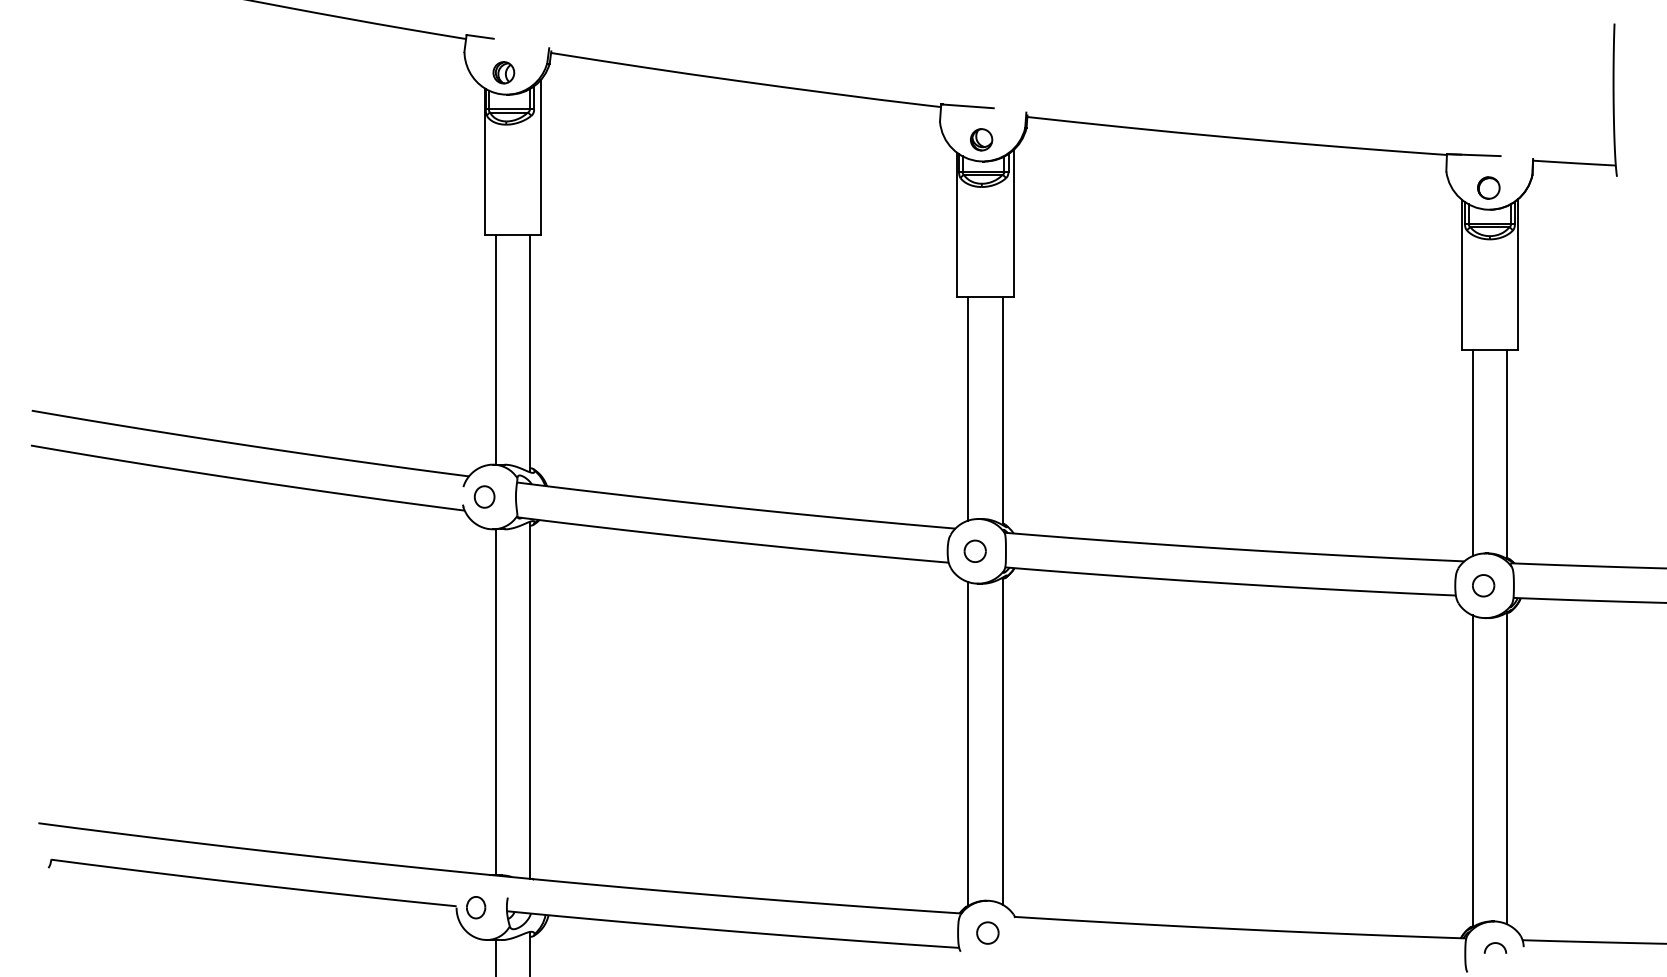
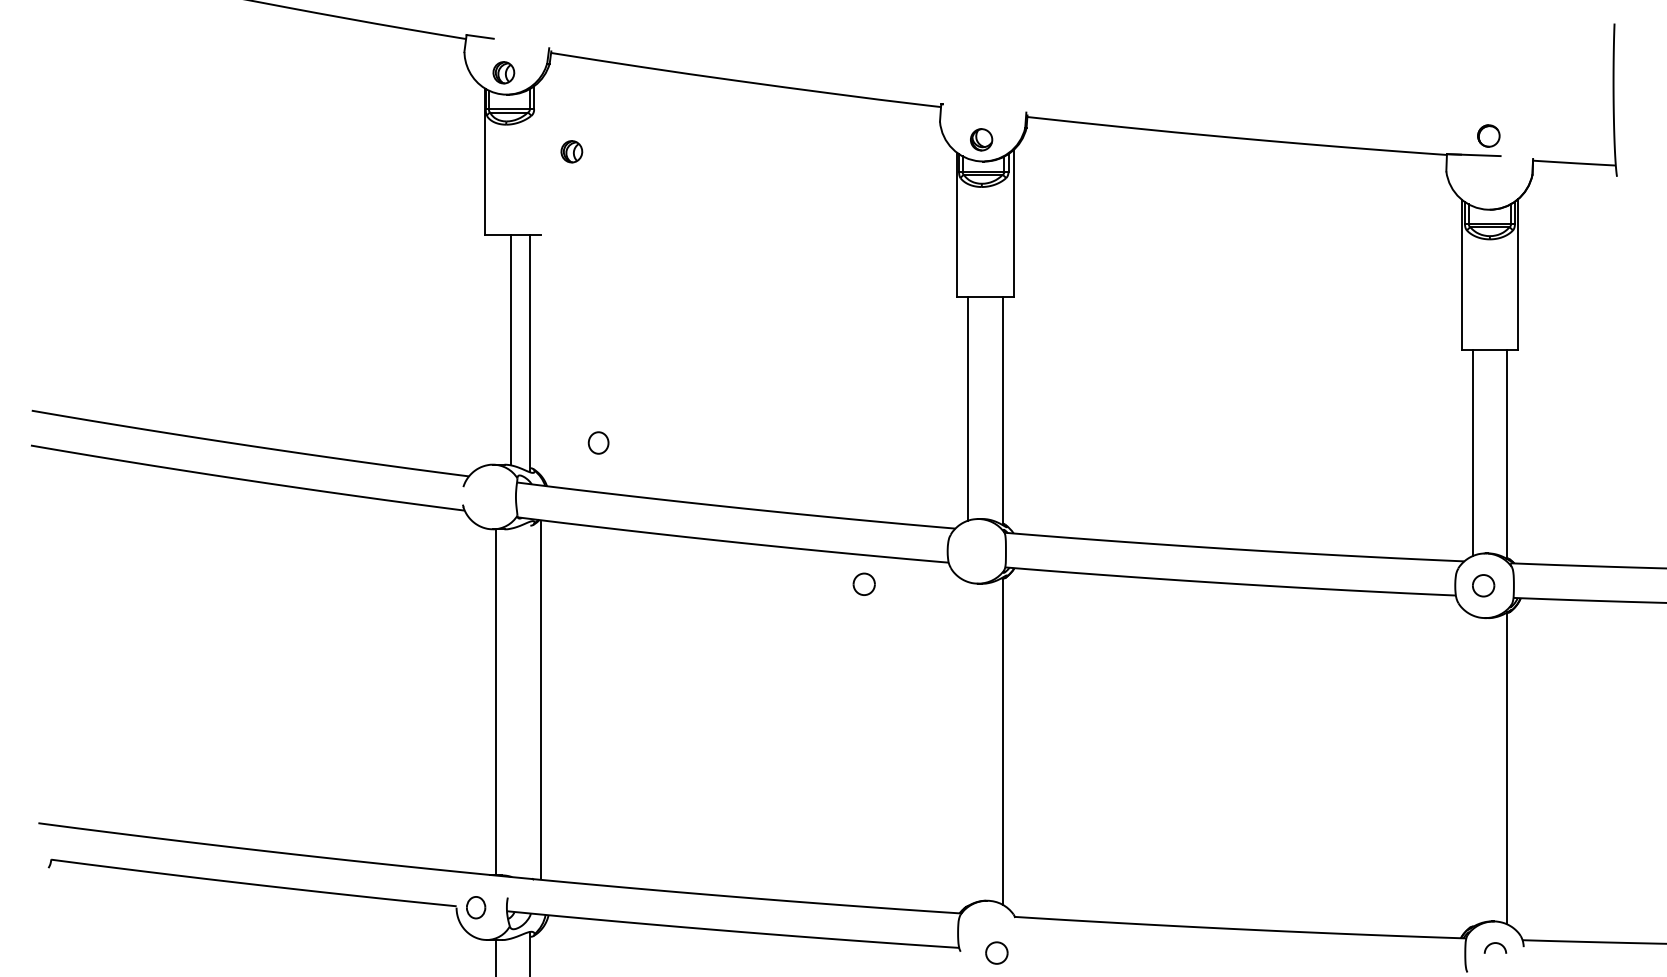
line at (967, 106): present -> none
part at (571, 151): none -> present
line at (541, 156): present -> none
circle at (1488, 187) position: (1488, 187) -> (1488, 135)
line at (495, 349) position: (495, 349) -> (510, 349)
part at (484, 496) position: (484, 496) -> (598, 442)
part at (974, 550) position: (974, 550) -> (863, 583)
line at (530, 699) position: (530, 699) -> (541, 699)
line at (968, 743): present -> none
line at (1472, 771): present -> none
part at (987, 932) position: (987, 932) -> (996, 952)
